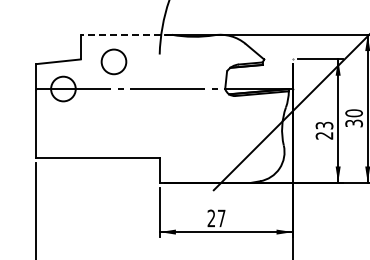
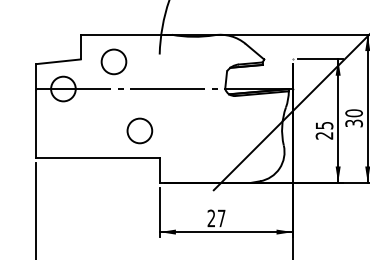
line at (126, 34): dashed -> solid
text at (323, 125): 23 -> 25
circle at (139, 130): none -> present
